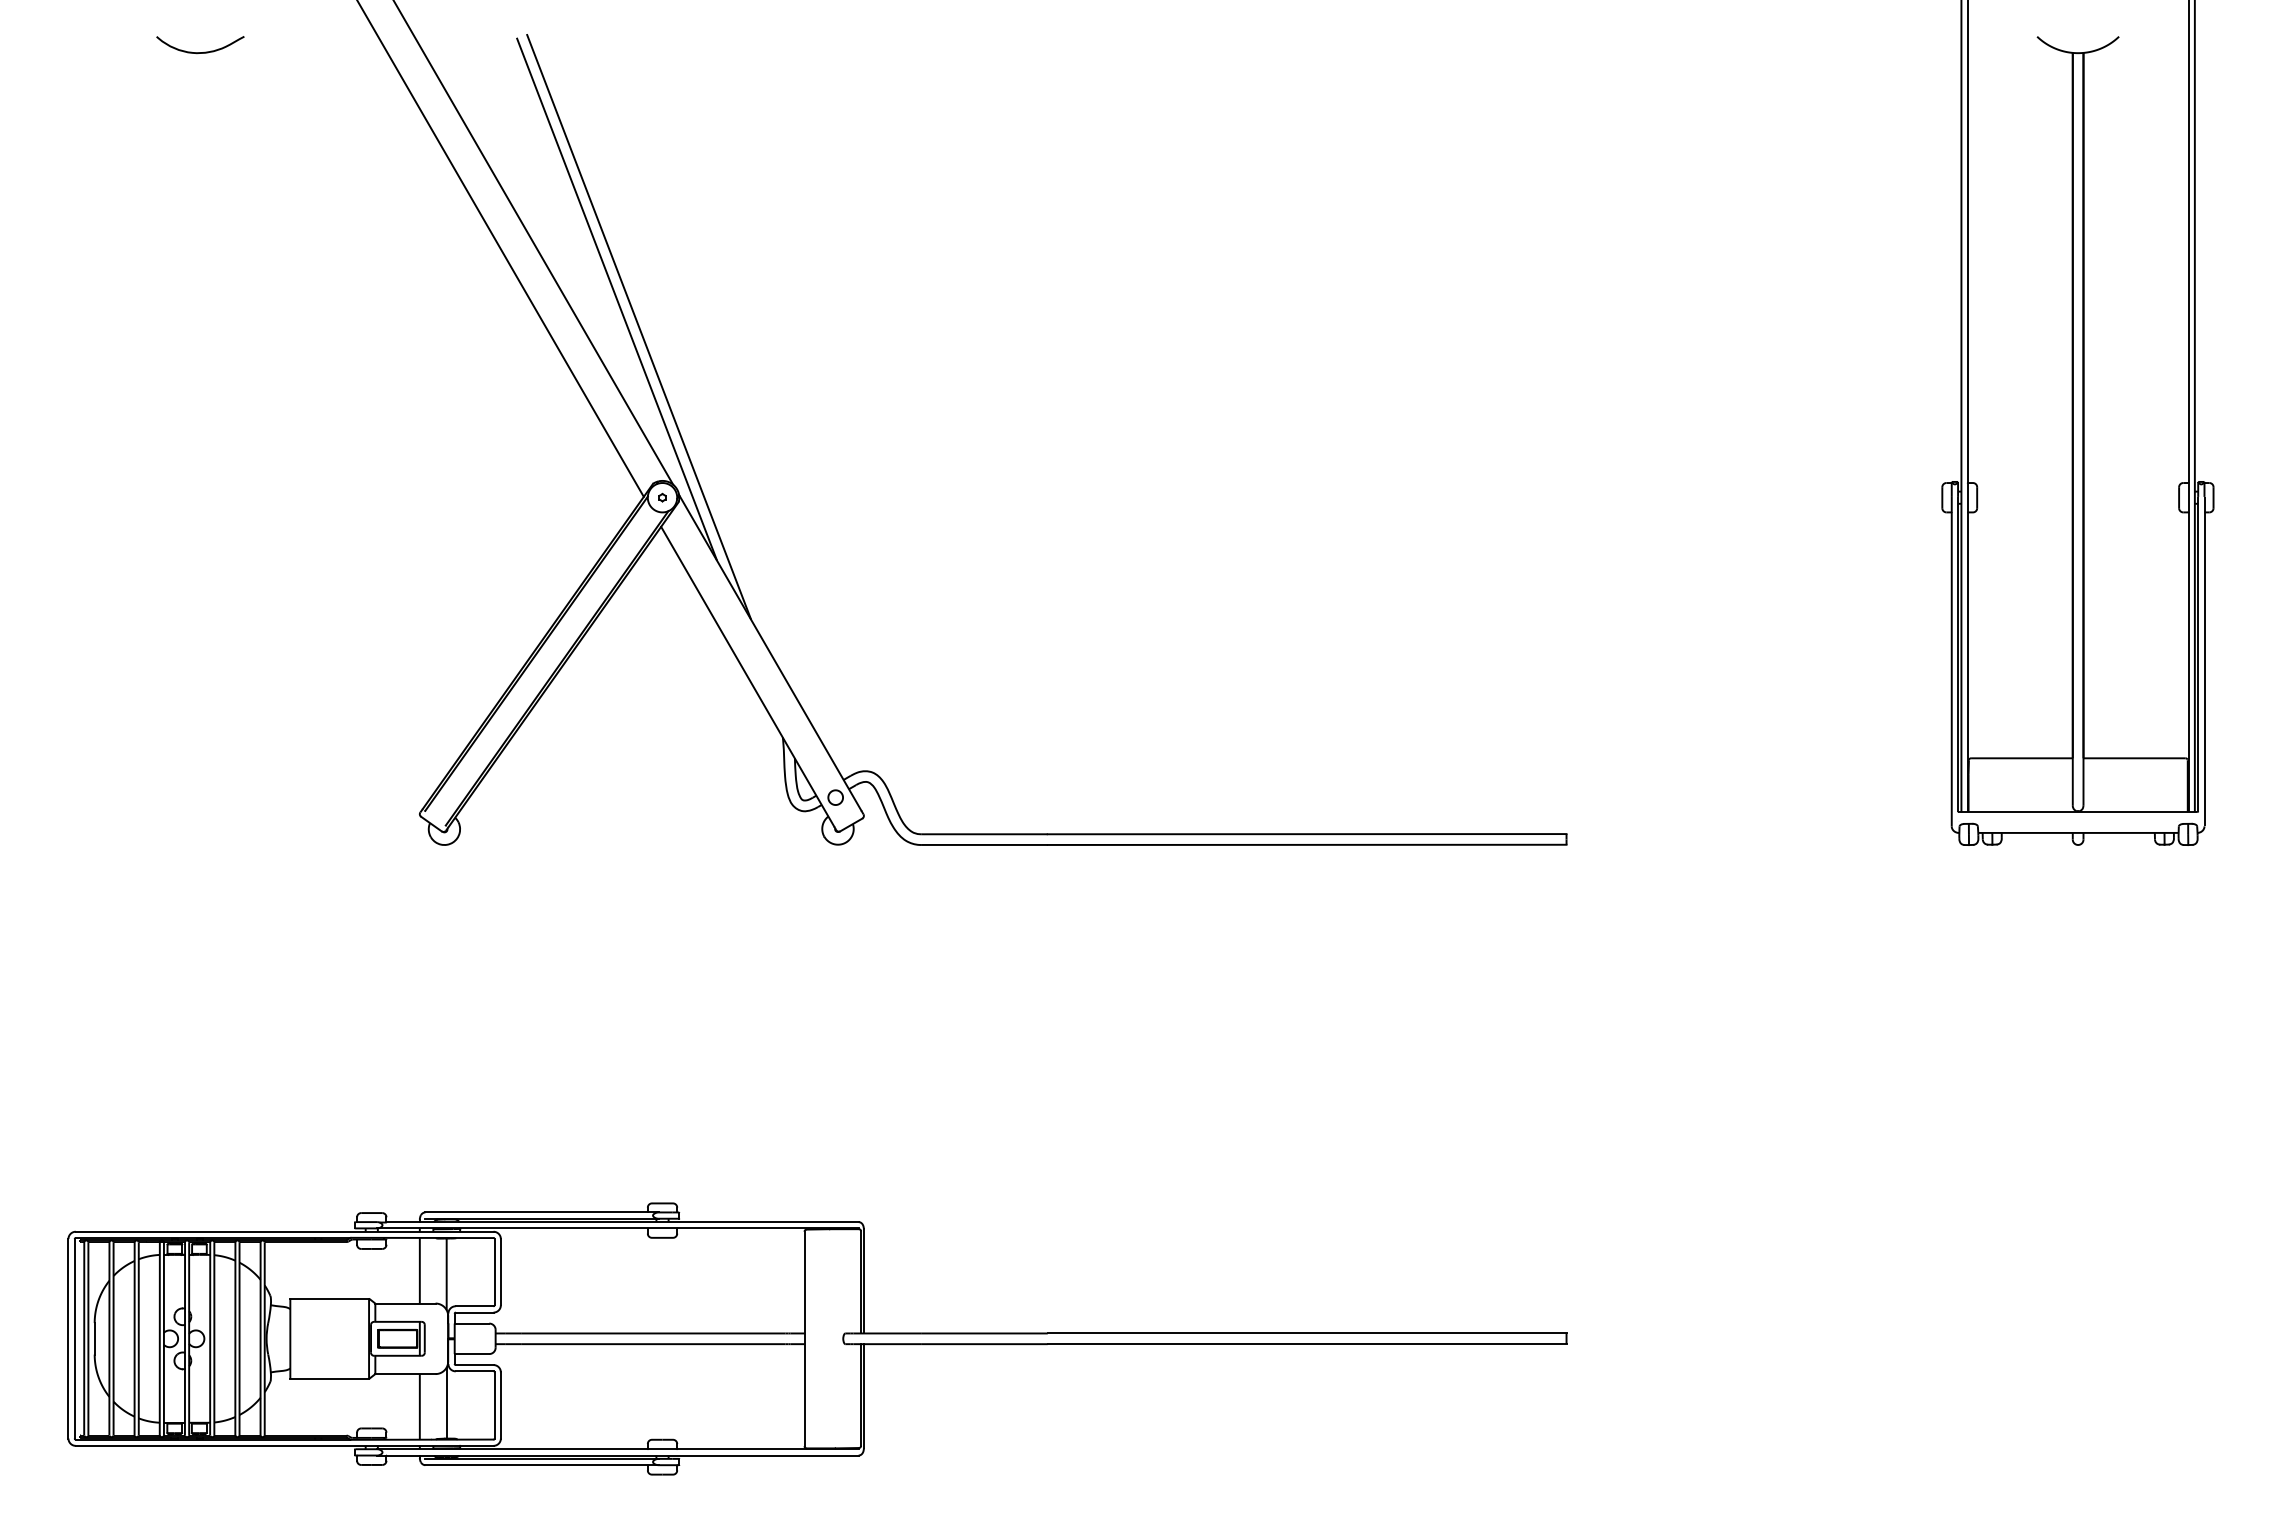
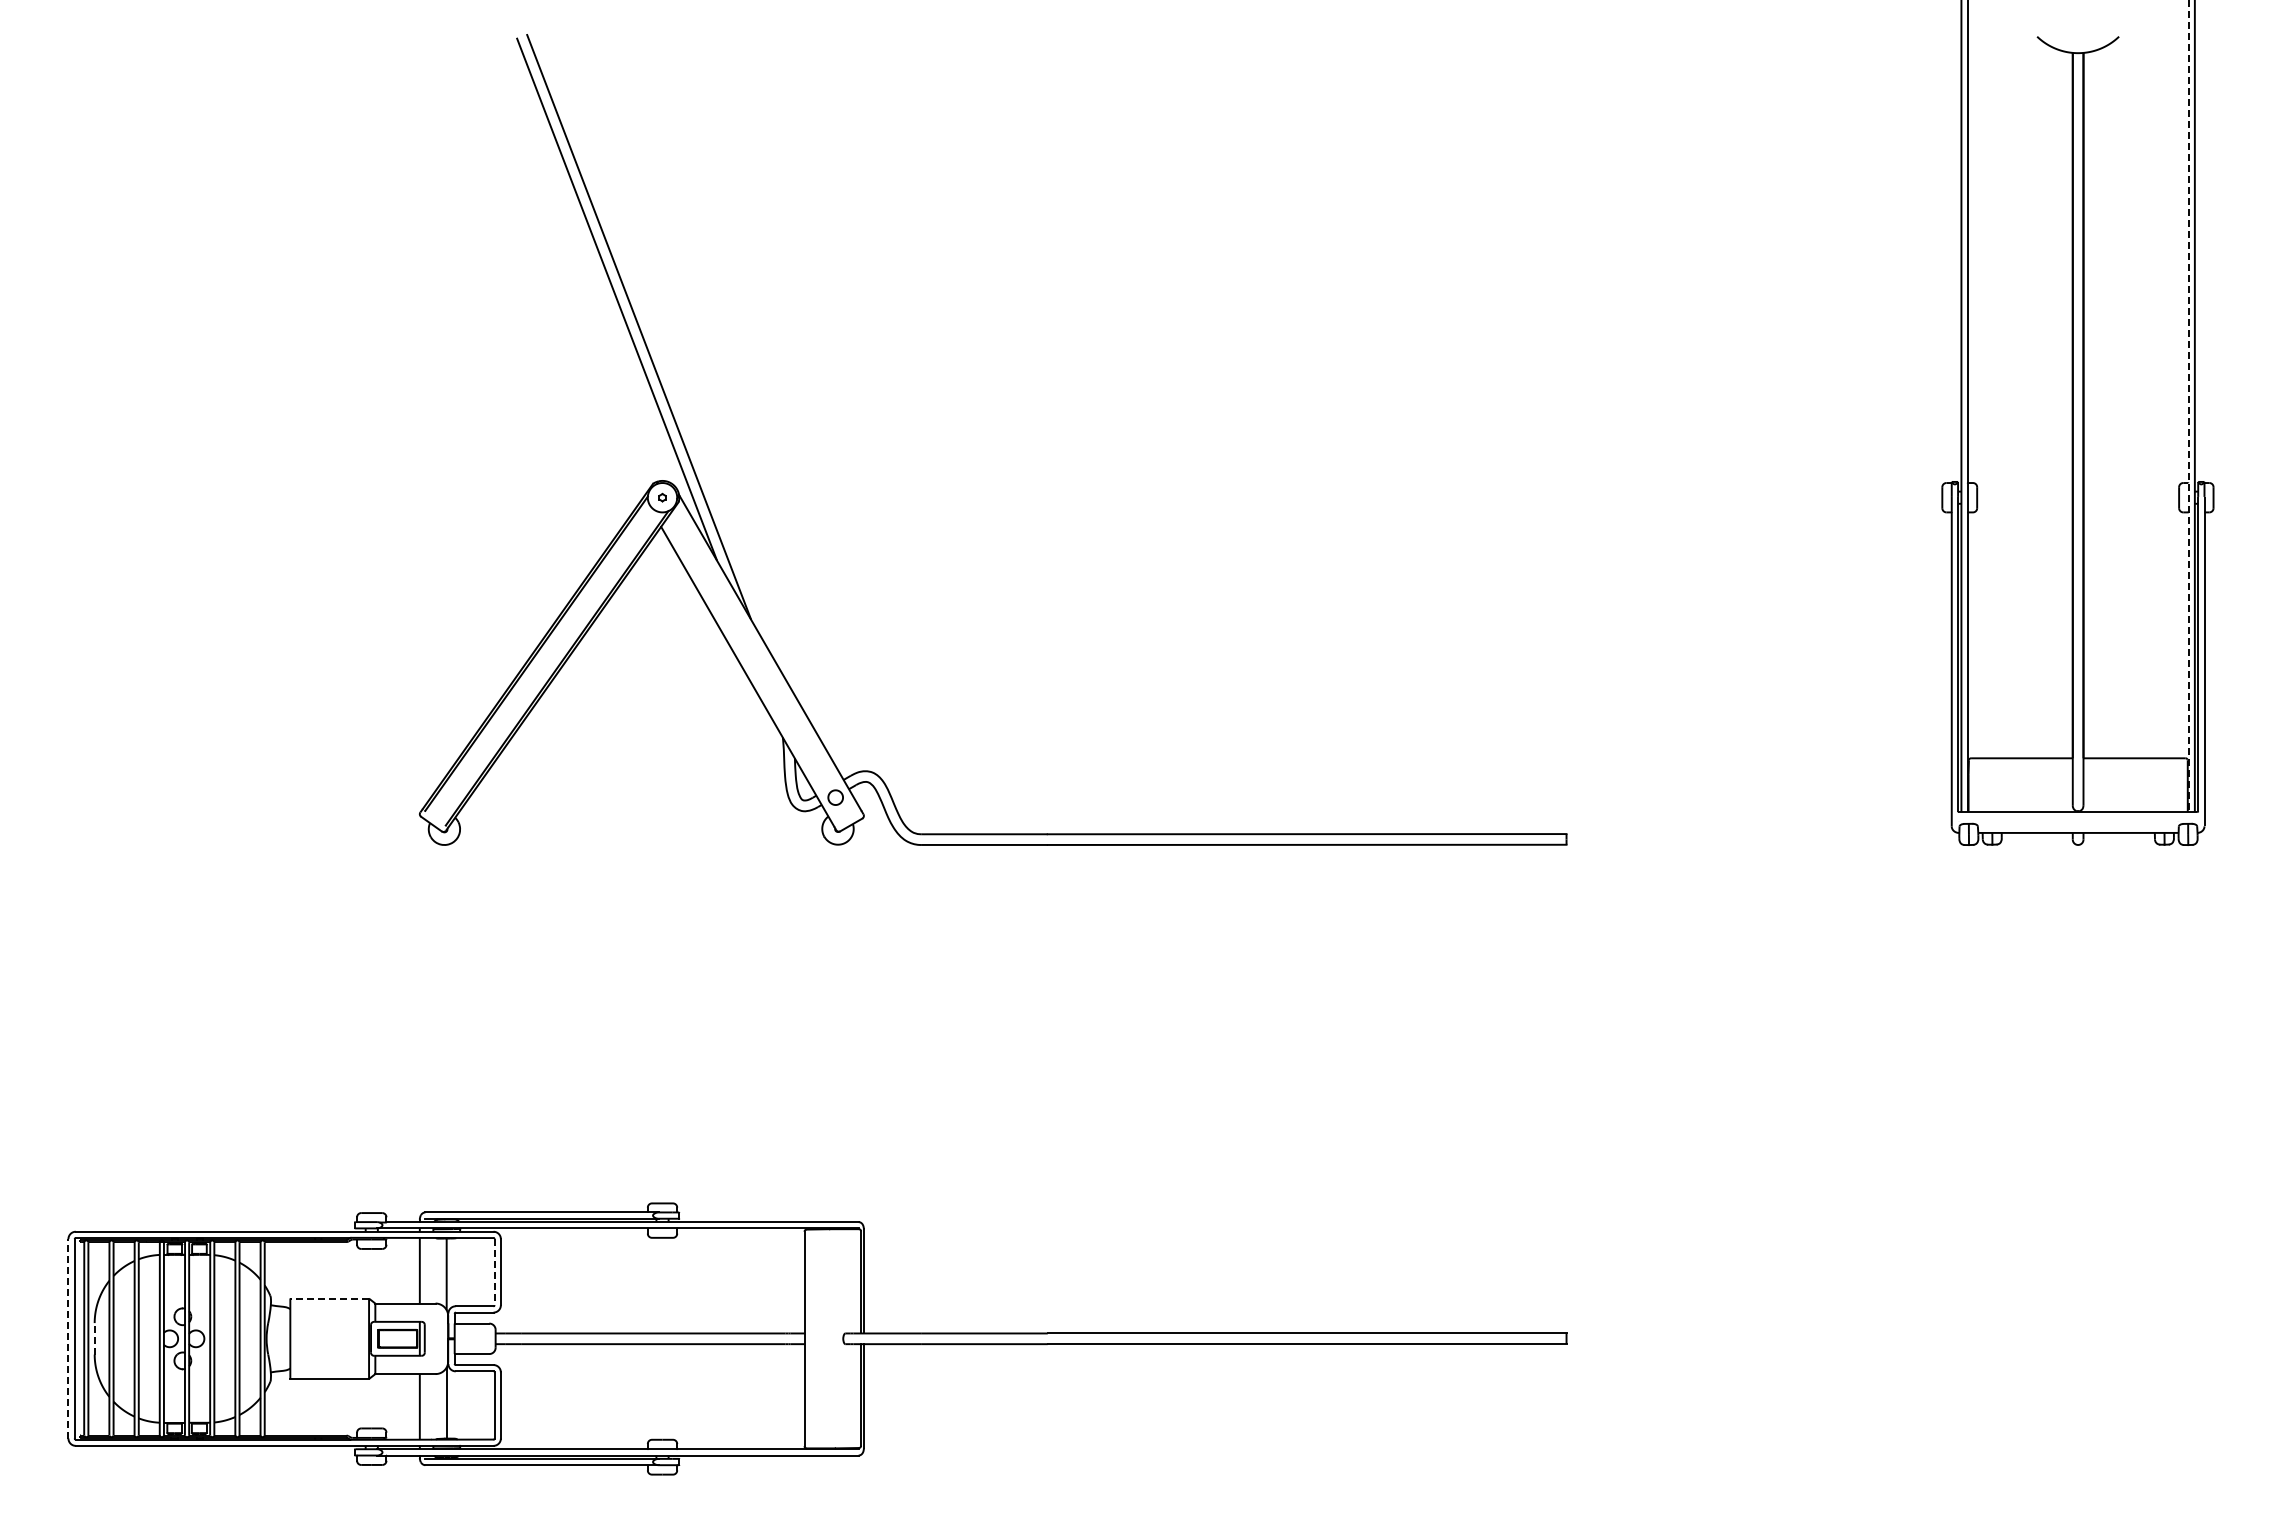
curve at (200, 52): present -> none
line at (533, 243): present -> none
line at (500, 249): present -> none
line at (2188, 406): solid -> dashed
line at (494, 1272): solid -> dashed
line at (329, 1298): solid -> dashed
line at (68, 1338): solid -> dashed
line at (94, 1338): solid -> dashed
